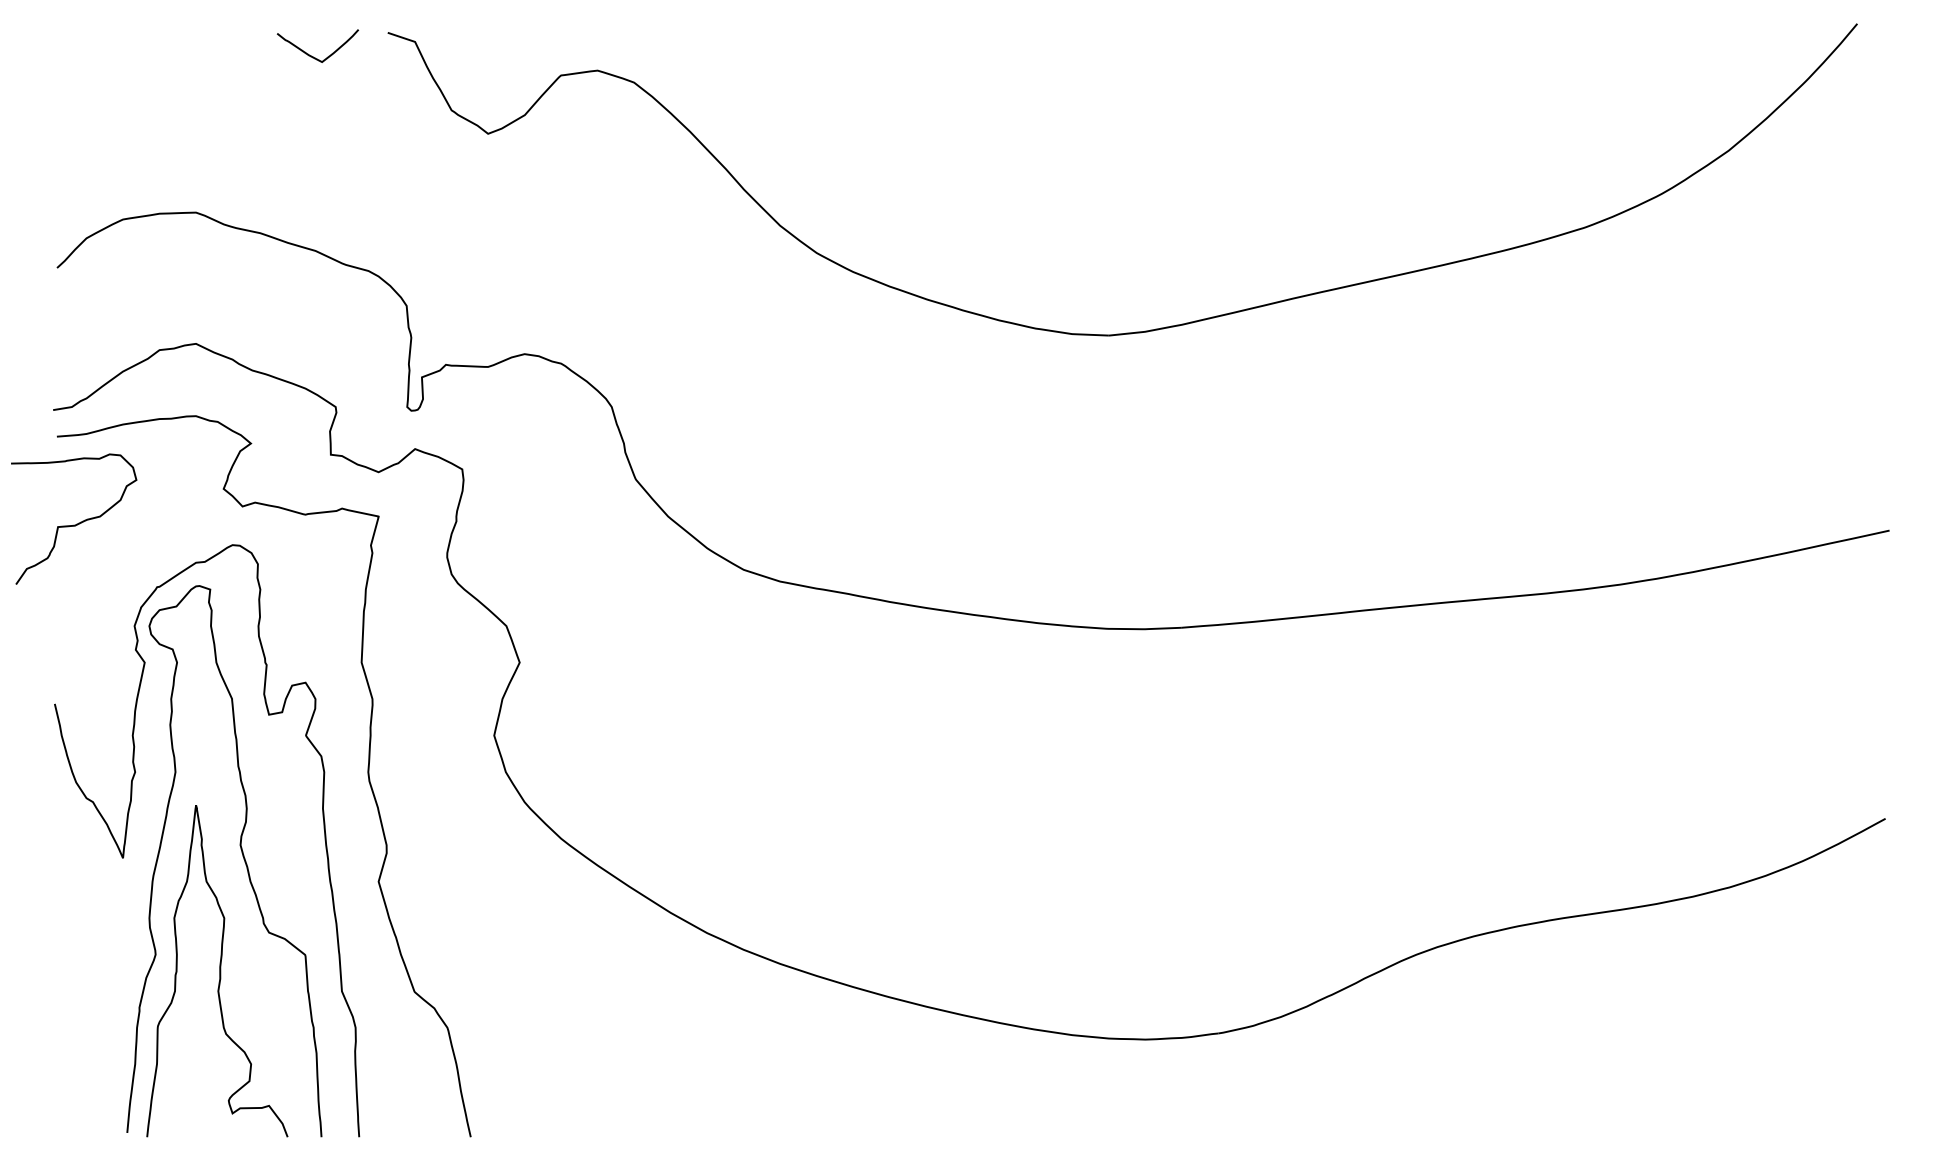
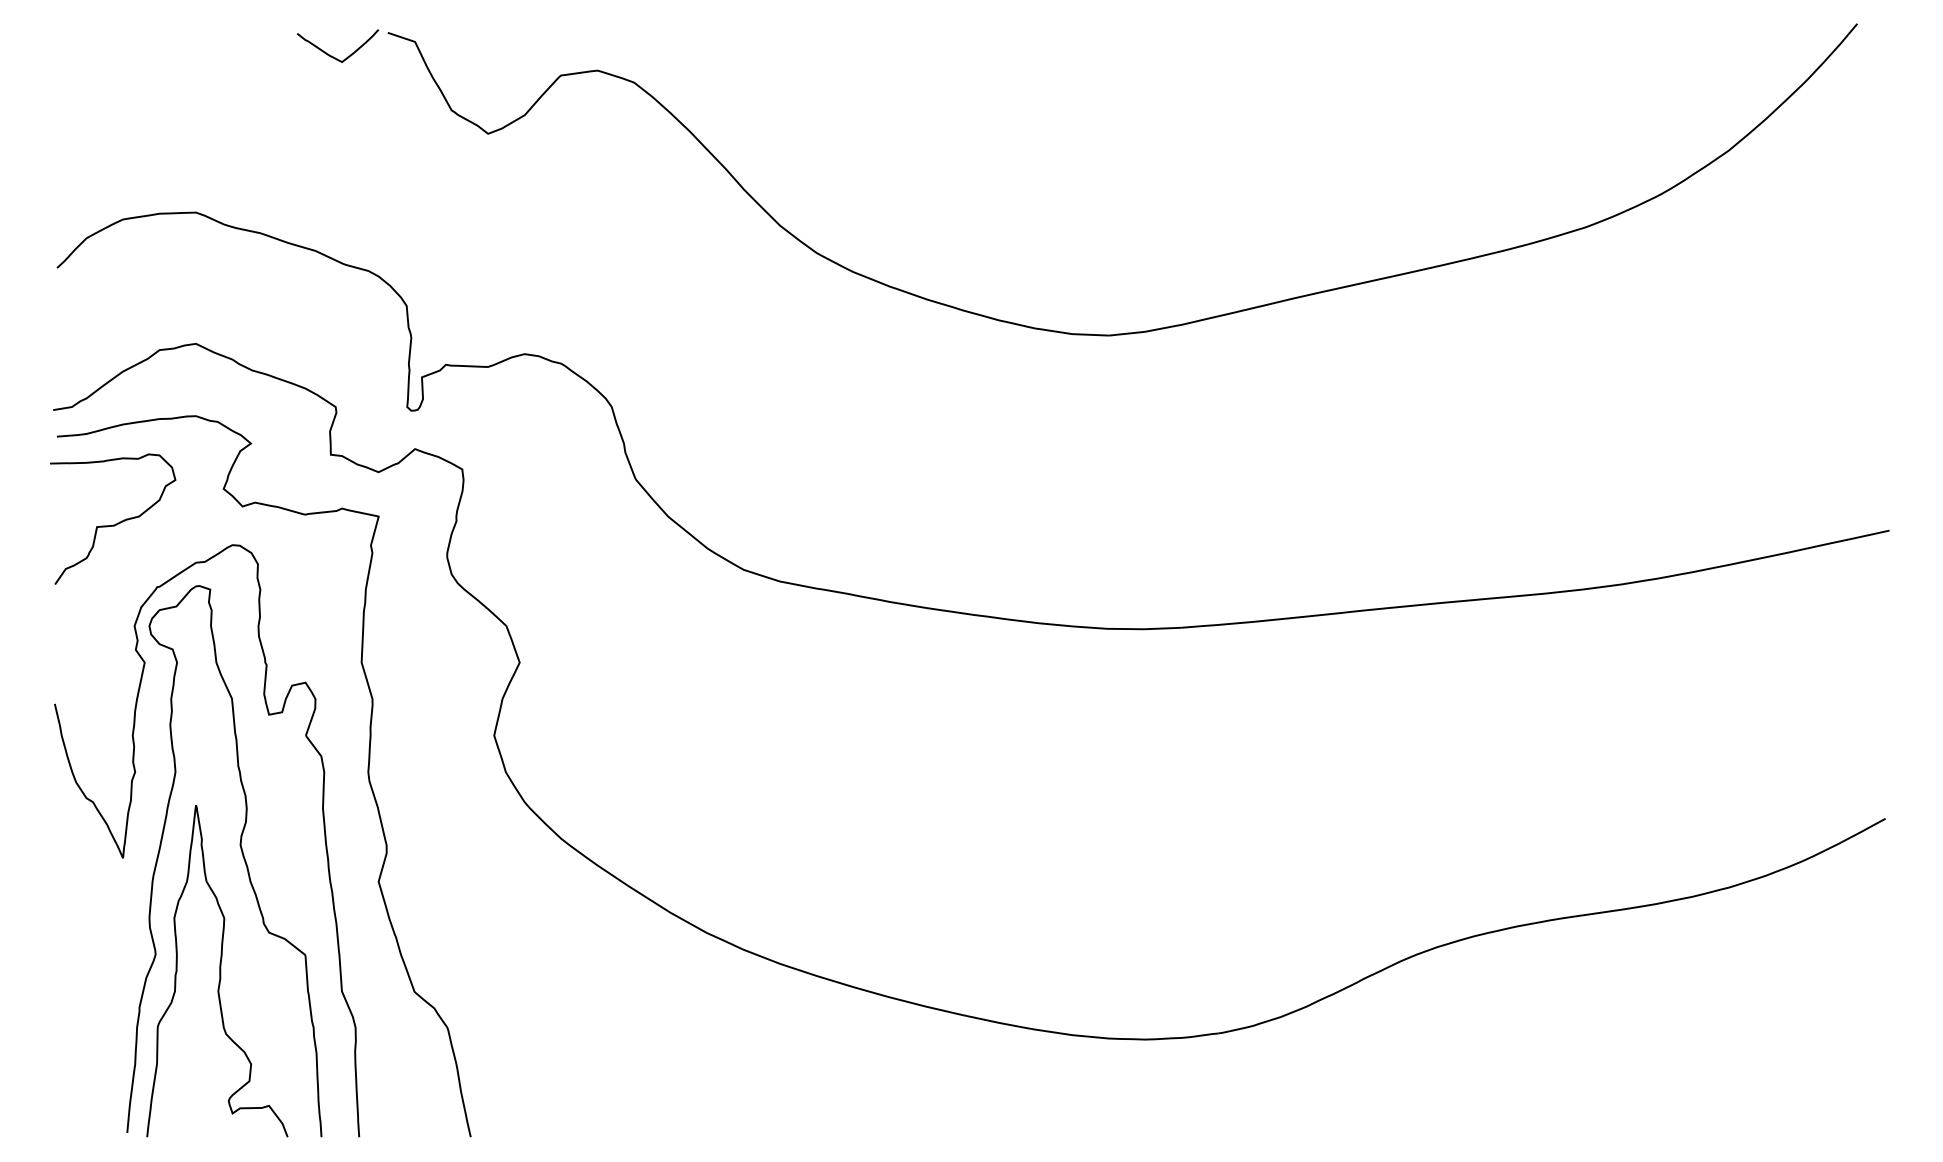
curve at (311, 55) position: (311, 55) -> (331, 55)
curve at (76, 523) position: (76, 523) -> (115, 523)
